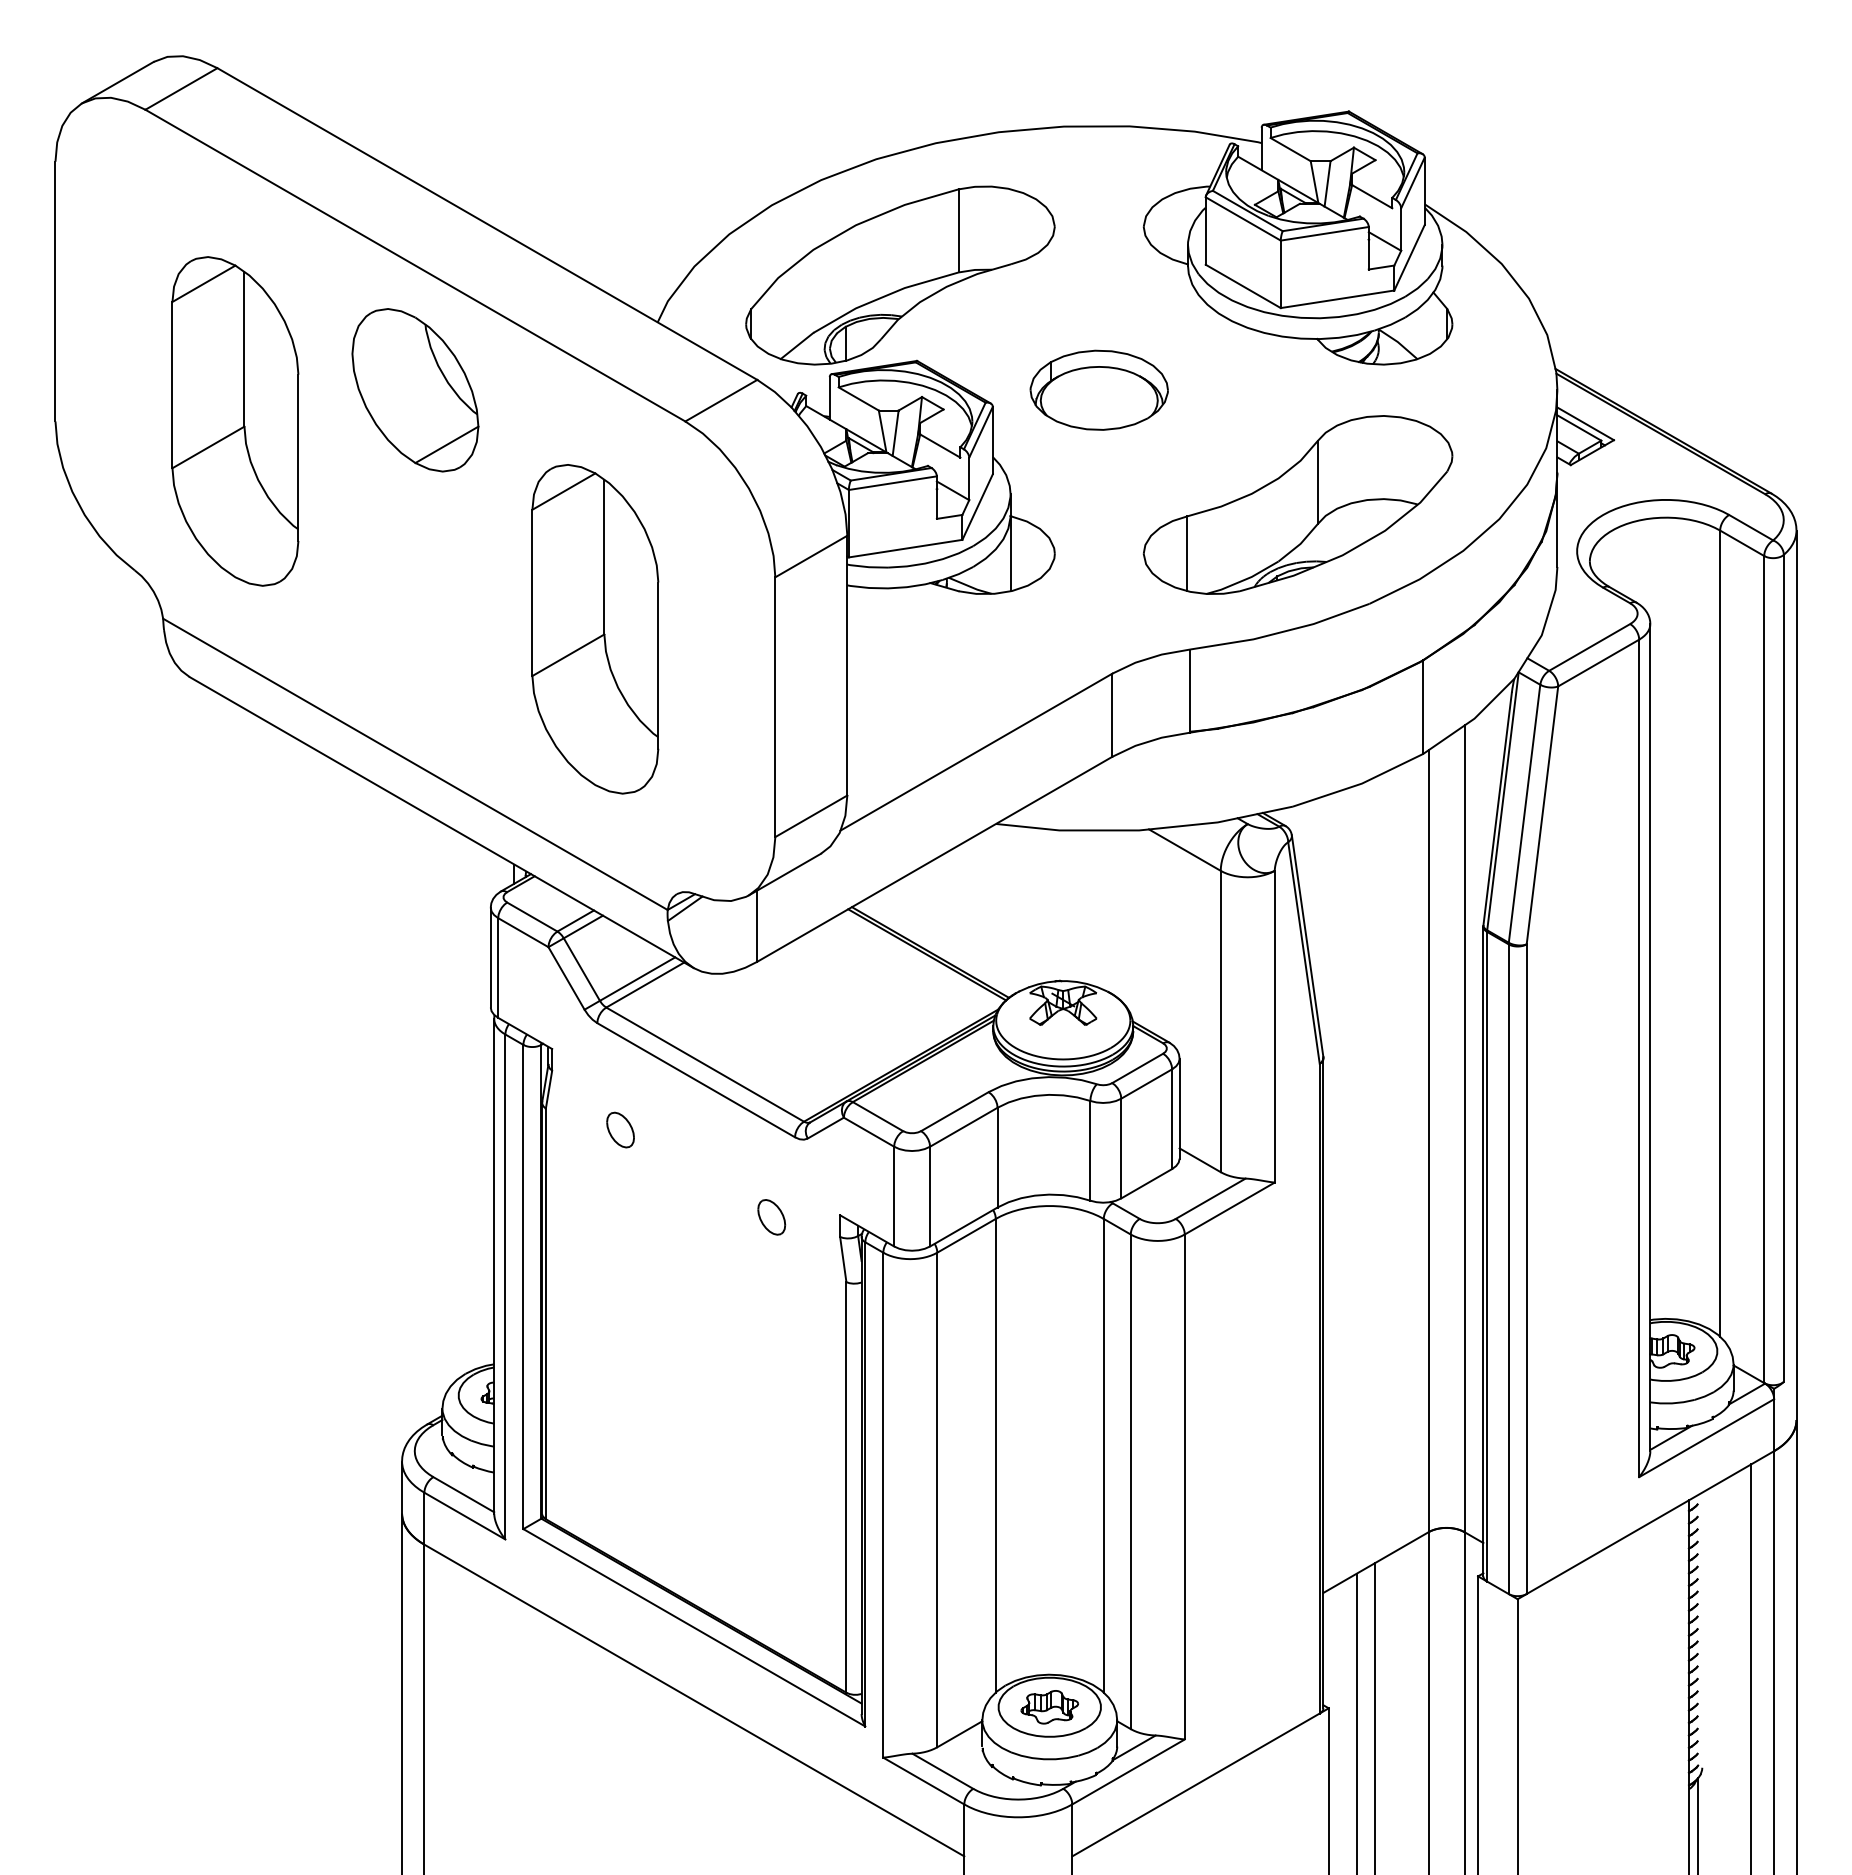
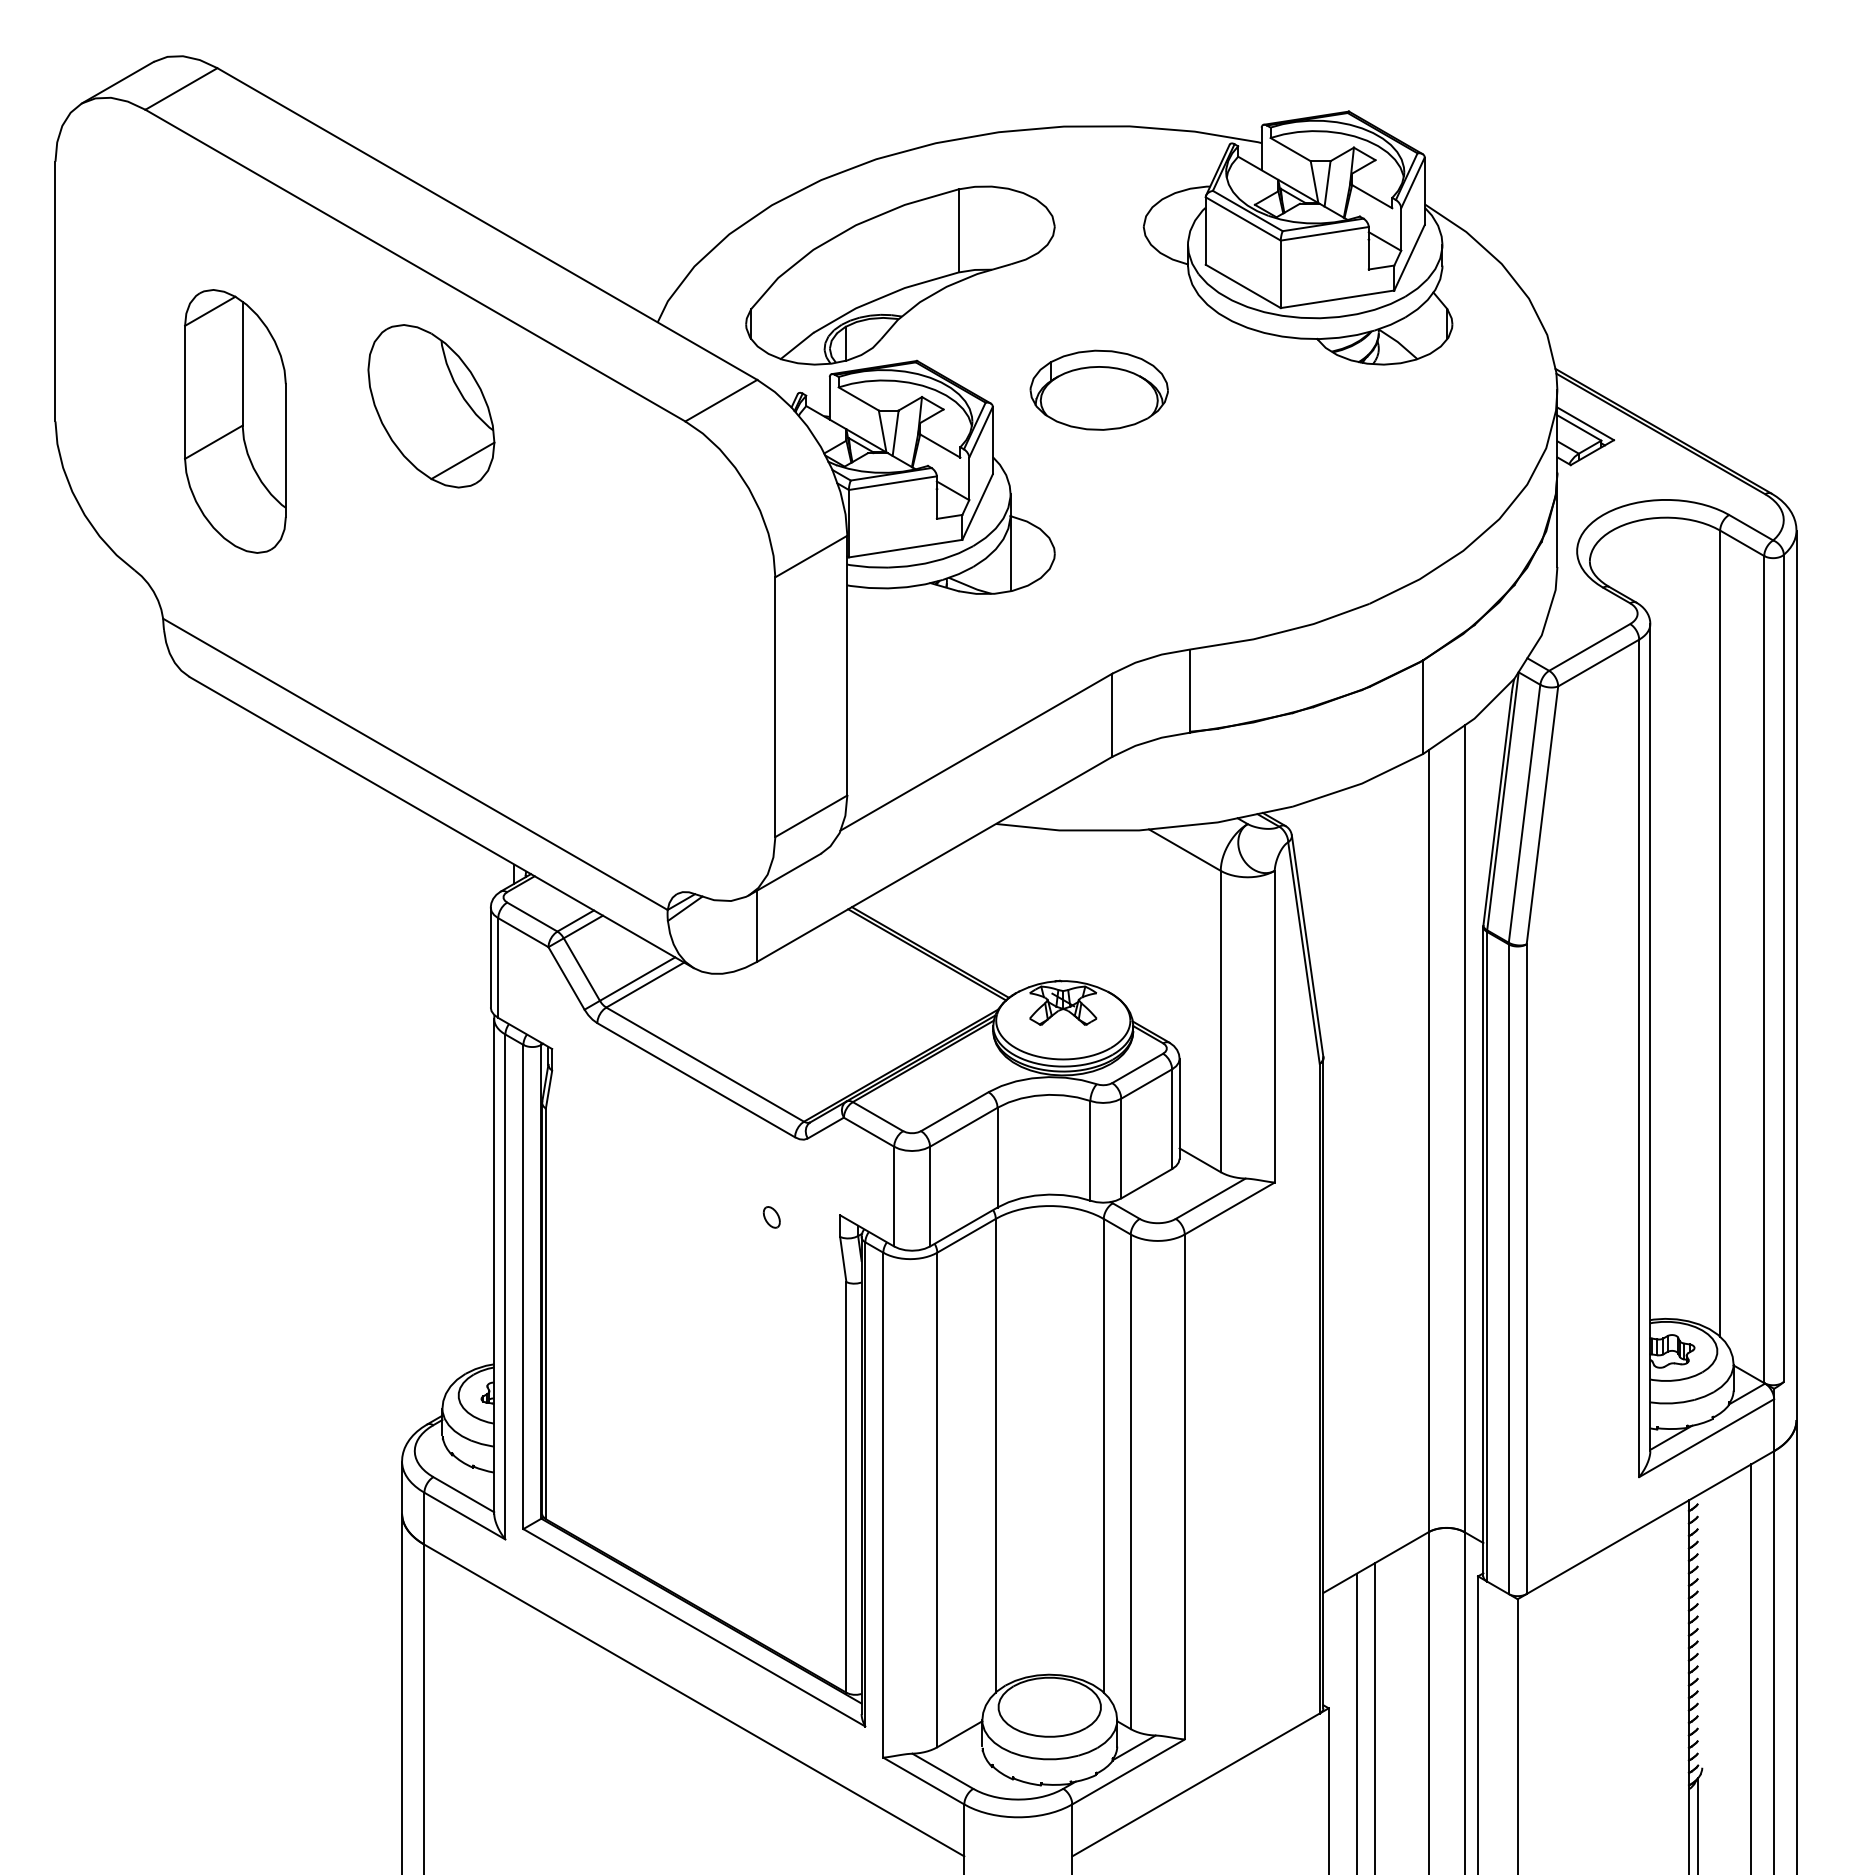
part at (415, 390) position: (415, 390) -> (431, 406)
part at (235, 421) size: 129x331 px -> 103x265 px
part at (1297, 504): present -> none
part at (595, 629): present -> none
part at (620, 1129): present -> none
part at (771, 1217) size: 30x37 px -> 19x23 px
part at (1049, 1707): present -> none
